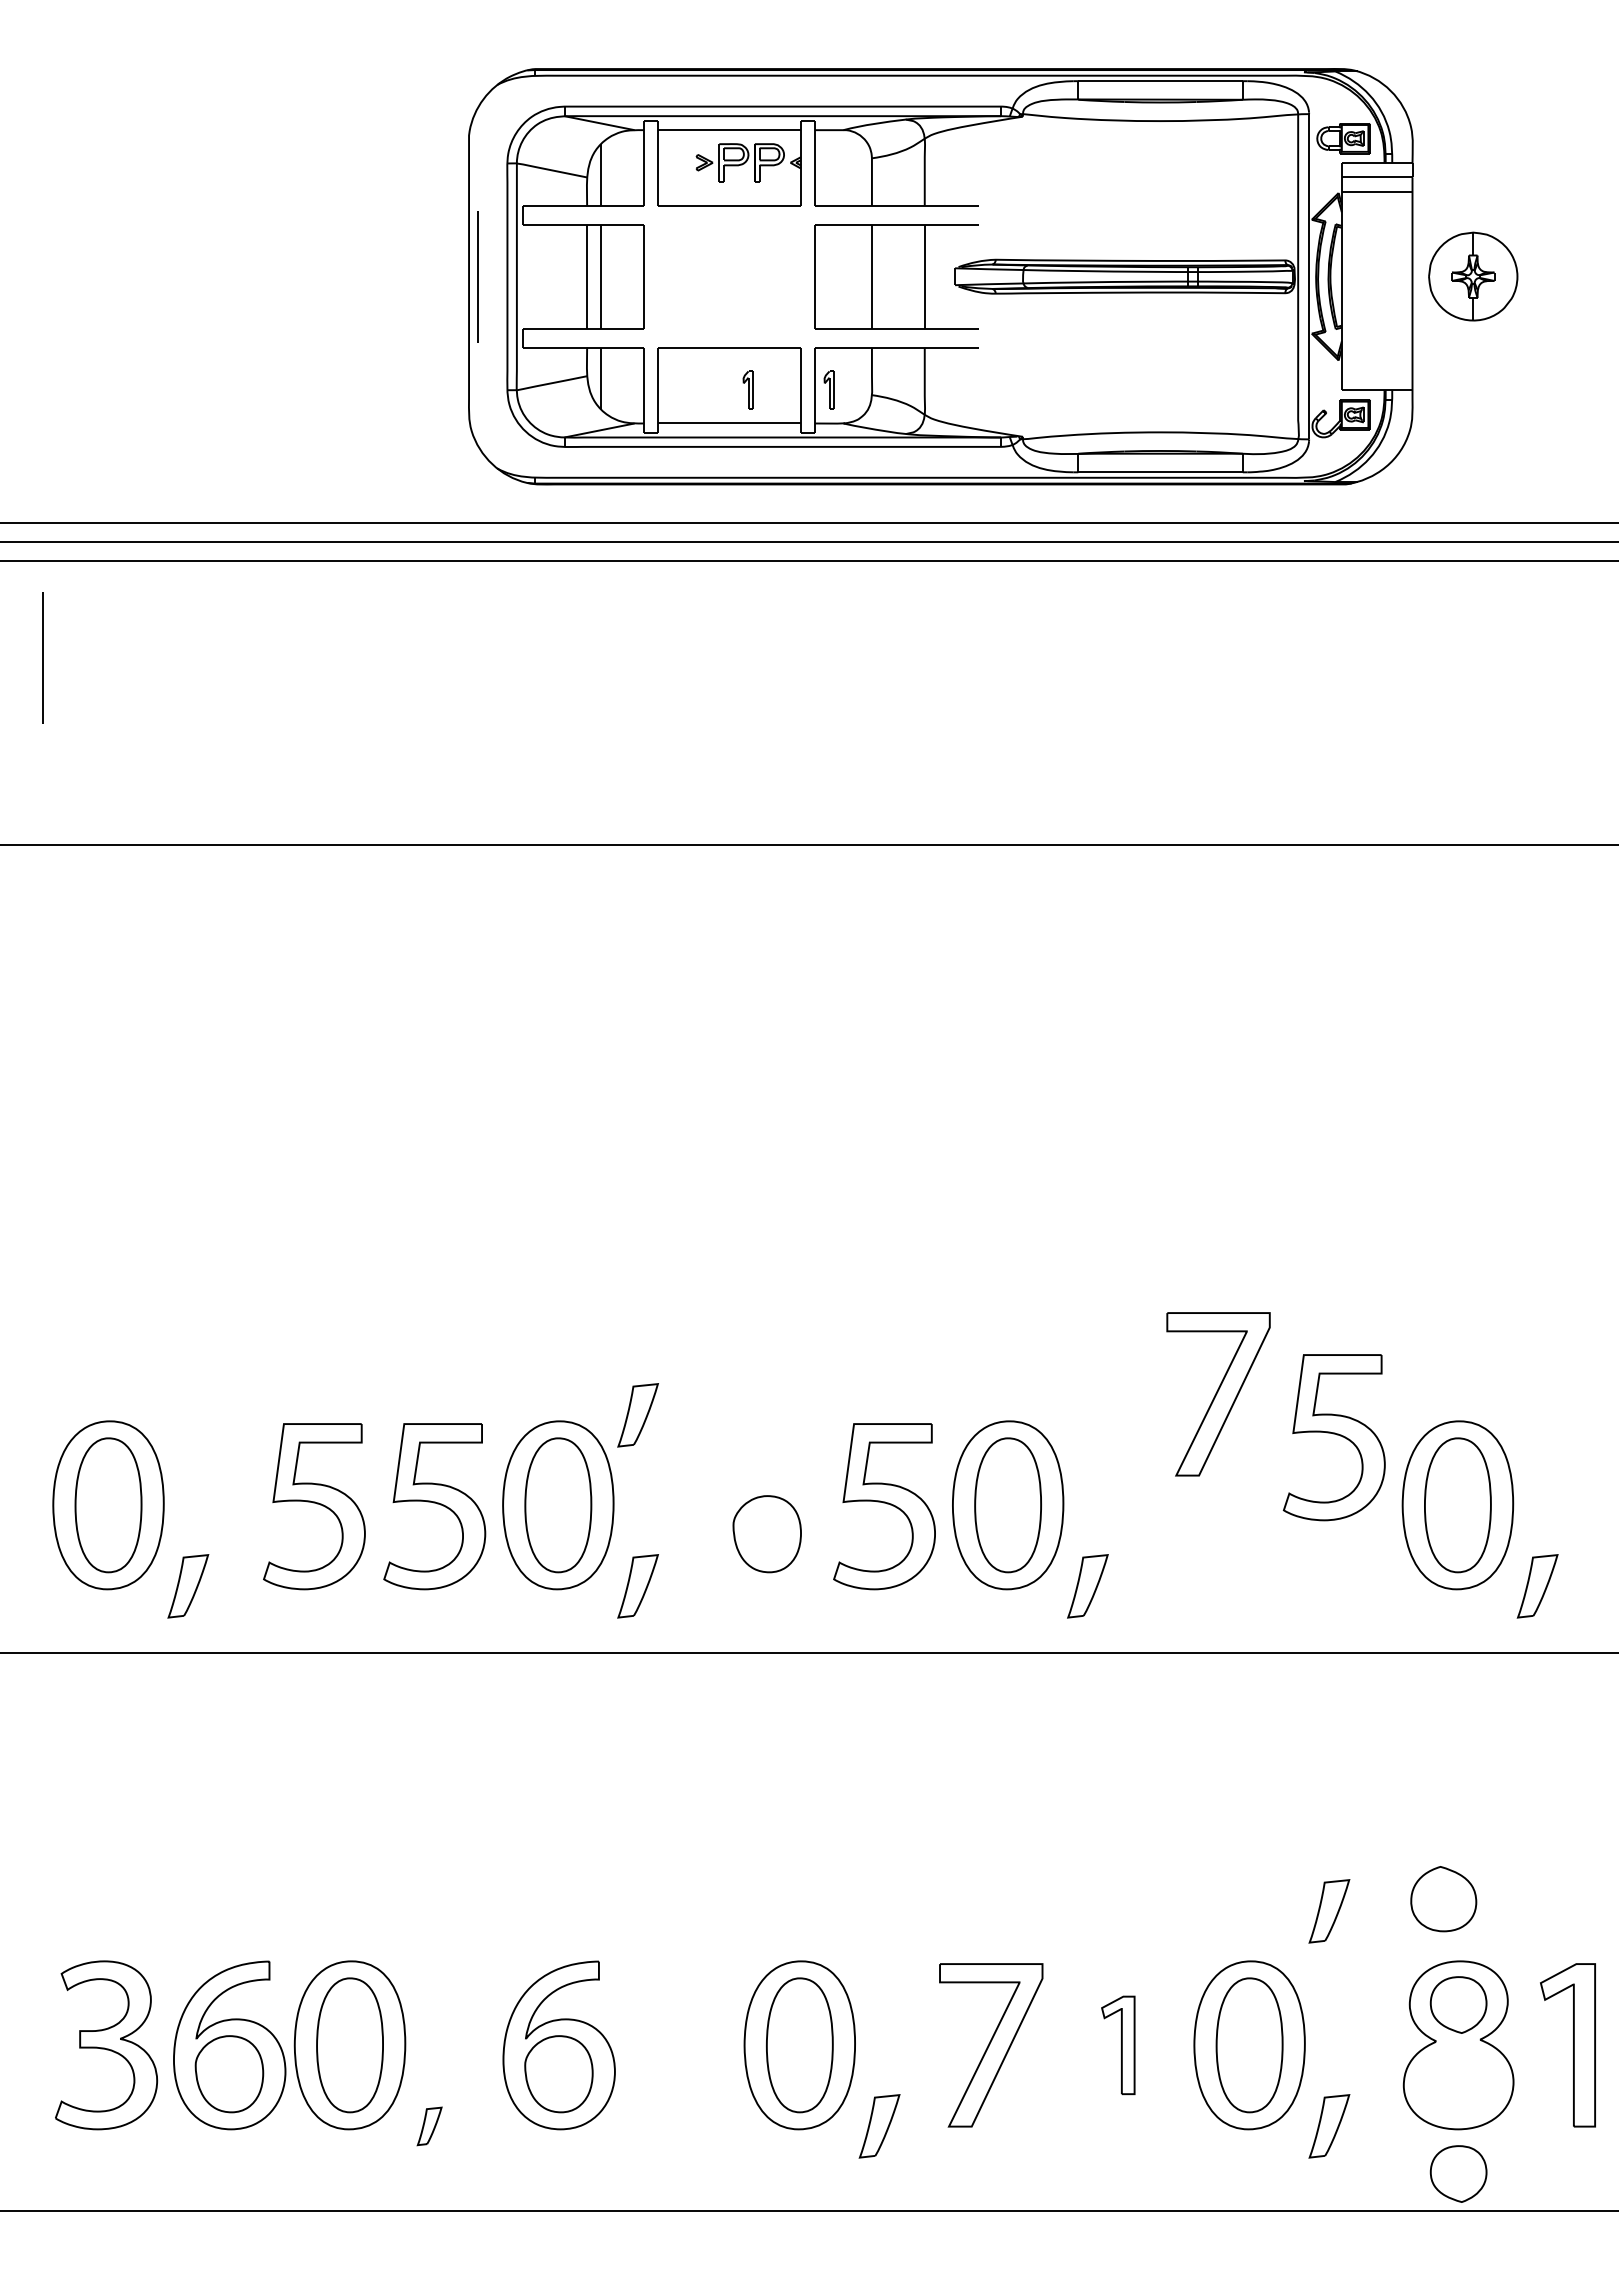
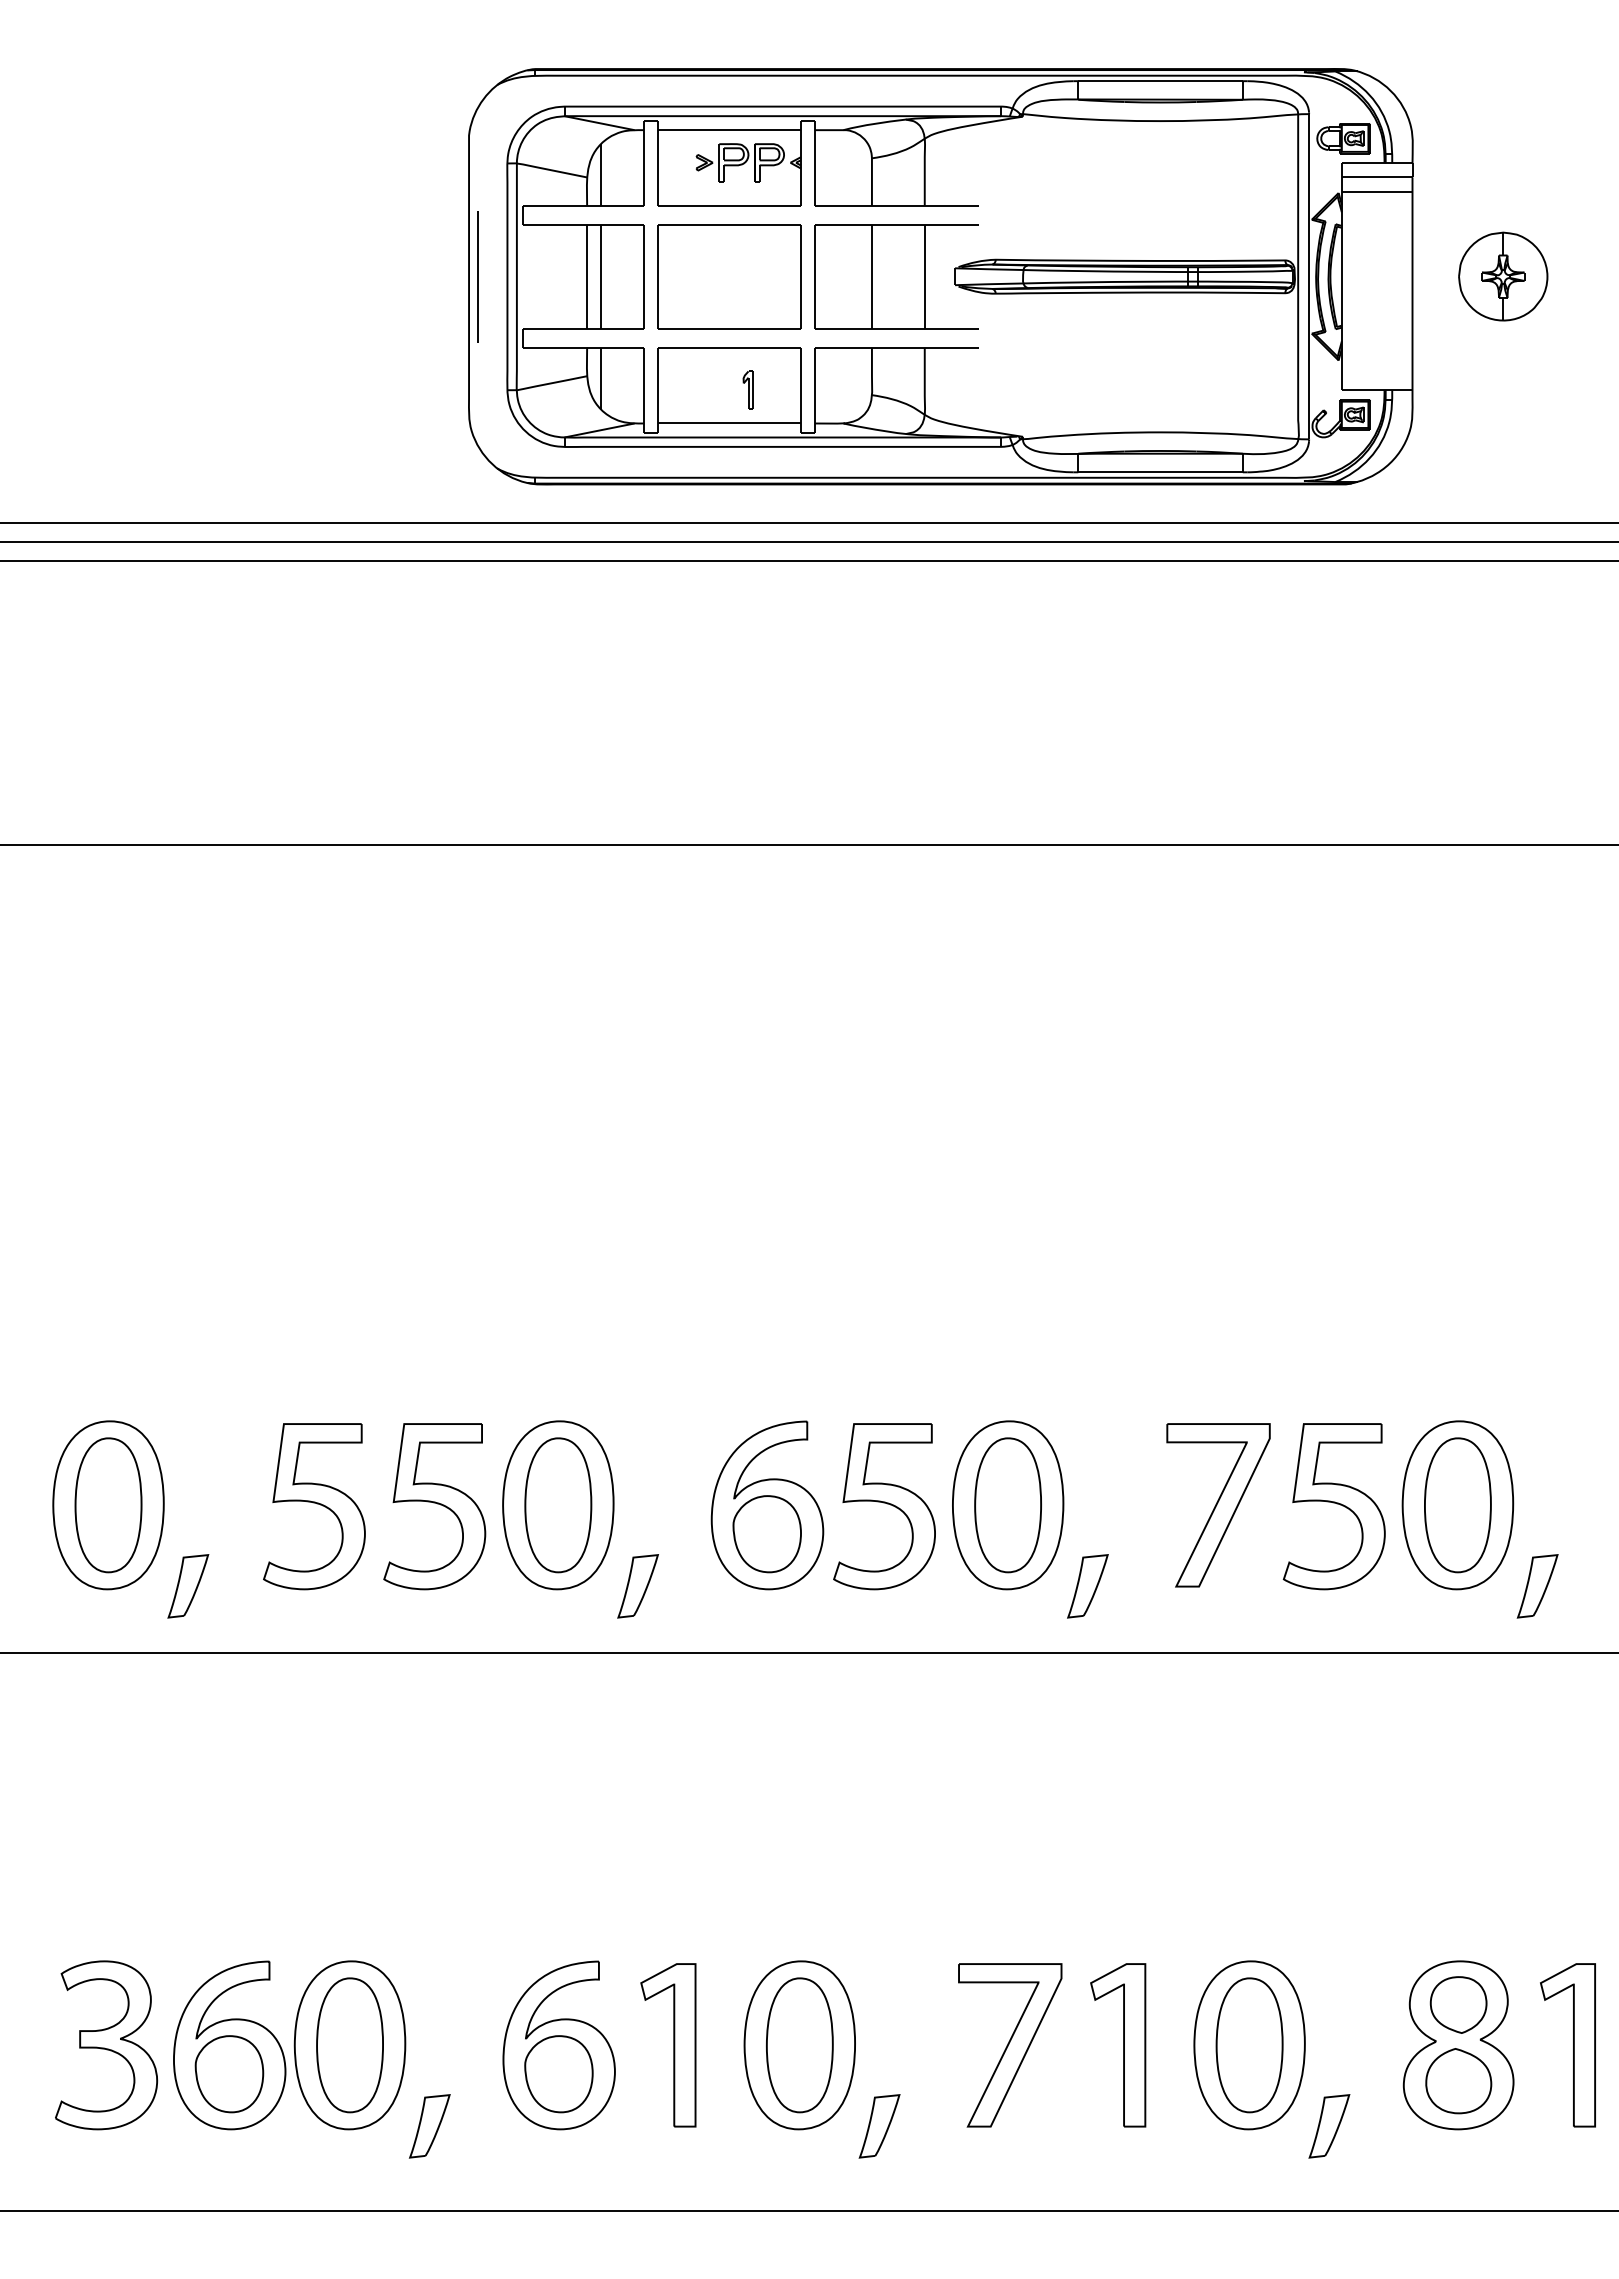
part at (729, 276): none -> present
part at (1473, 276) position: (1473, 276) -> (1503, 276)
part at (828, 389): present -> none
line at (42, 657): present -> none
part at (1218, 1394) position: (1218, 1394) -> (1218, 1505)
part at (637, 1415): present -> none
part at (1333, 1437) position: (1333, 1437) -> (1333, 1506)
part at (767, 1505): none -> present
part at (1443, 1899) position: (1443, 1899) -> (1458, 2081)
part at (1329, 1911): present -> none
part at (668, 2045): none -> present
part at (991, 2045) position: (991, 2045) -> (1010, 2045)
part at (1118, 2045) size: 35x101 px -> 57x165 px
part at (429, 2126) size: 27x41 px -> 43x65 px
part at (1458, 2173): present -> none
